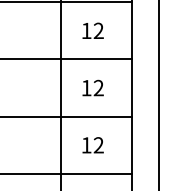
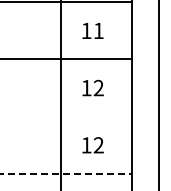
text at (98, 30): 12 -> 11
line at (67, 116): present -> none
line at (66, 173): solid -> dashed
